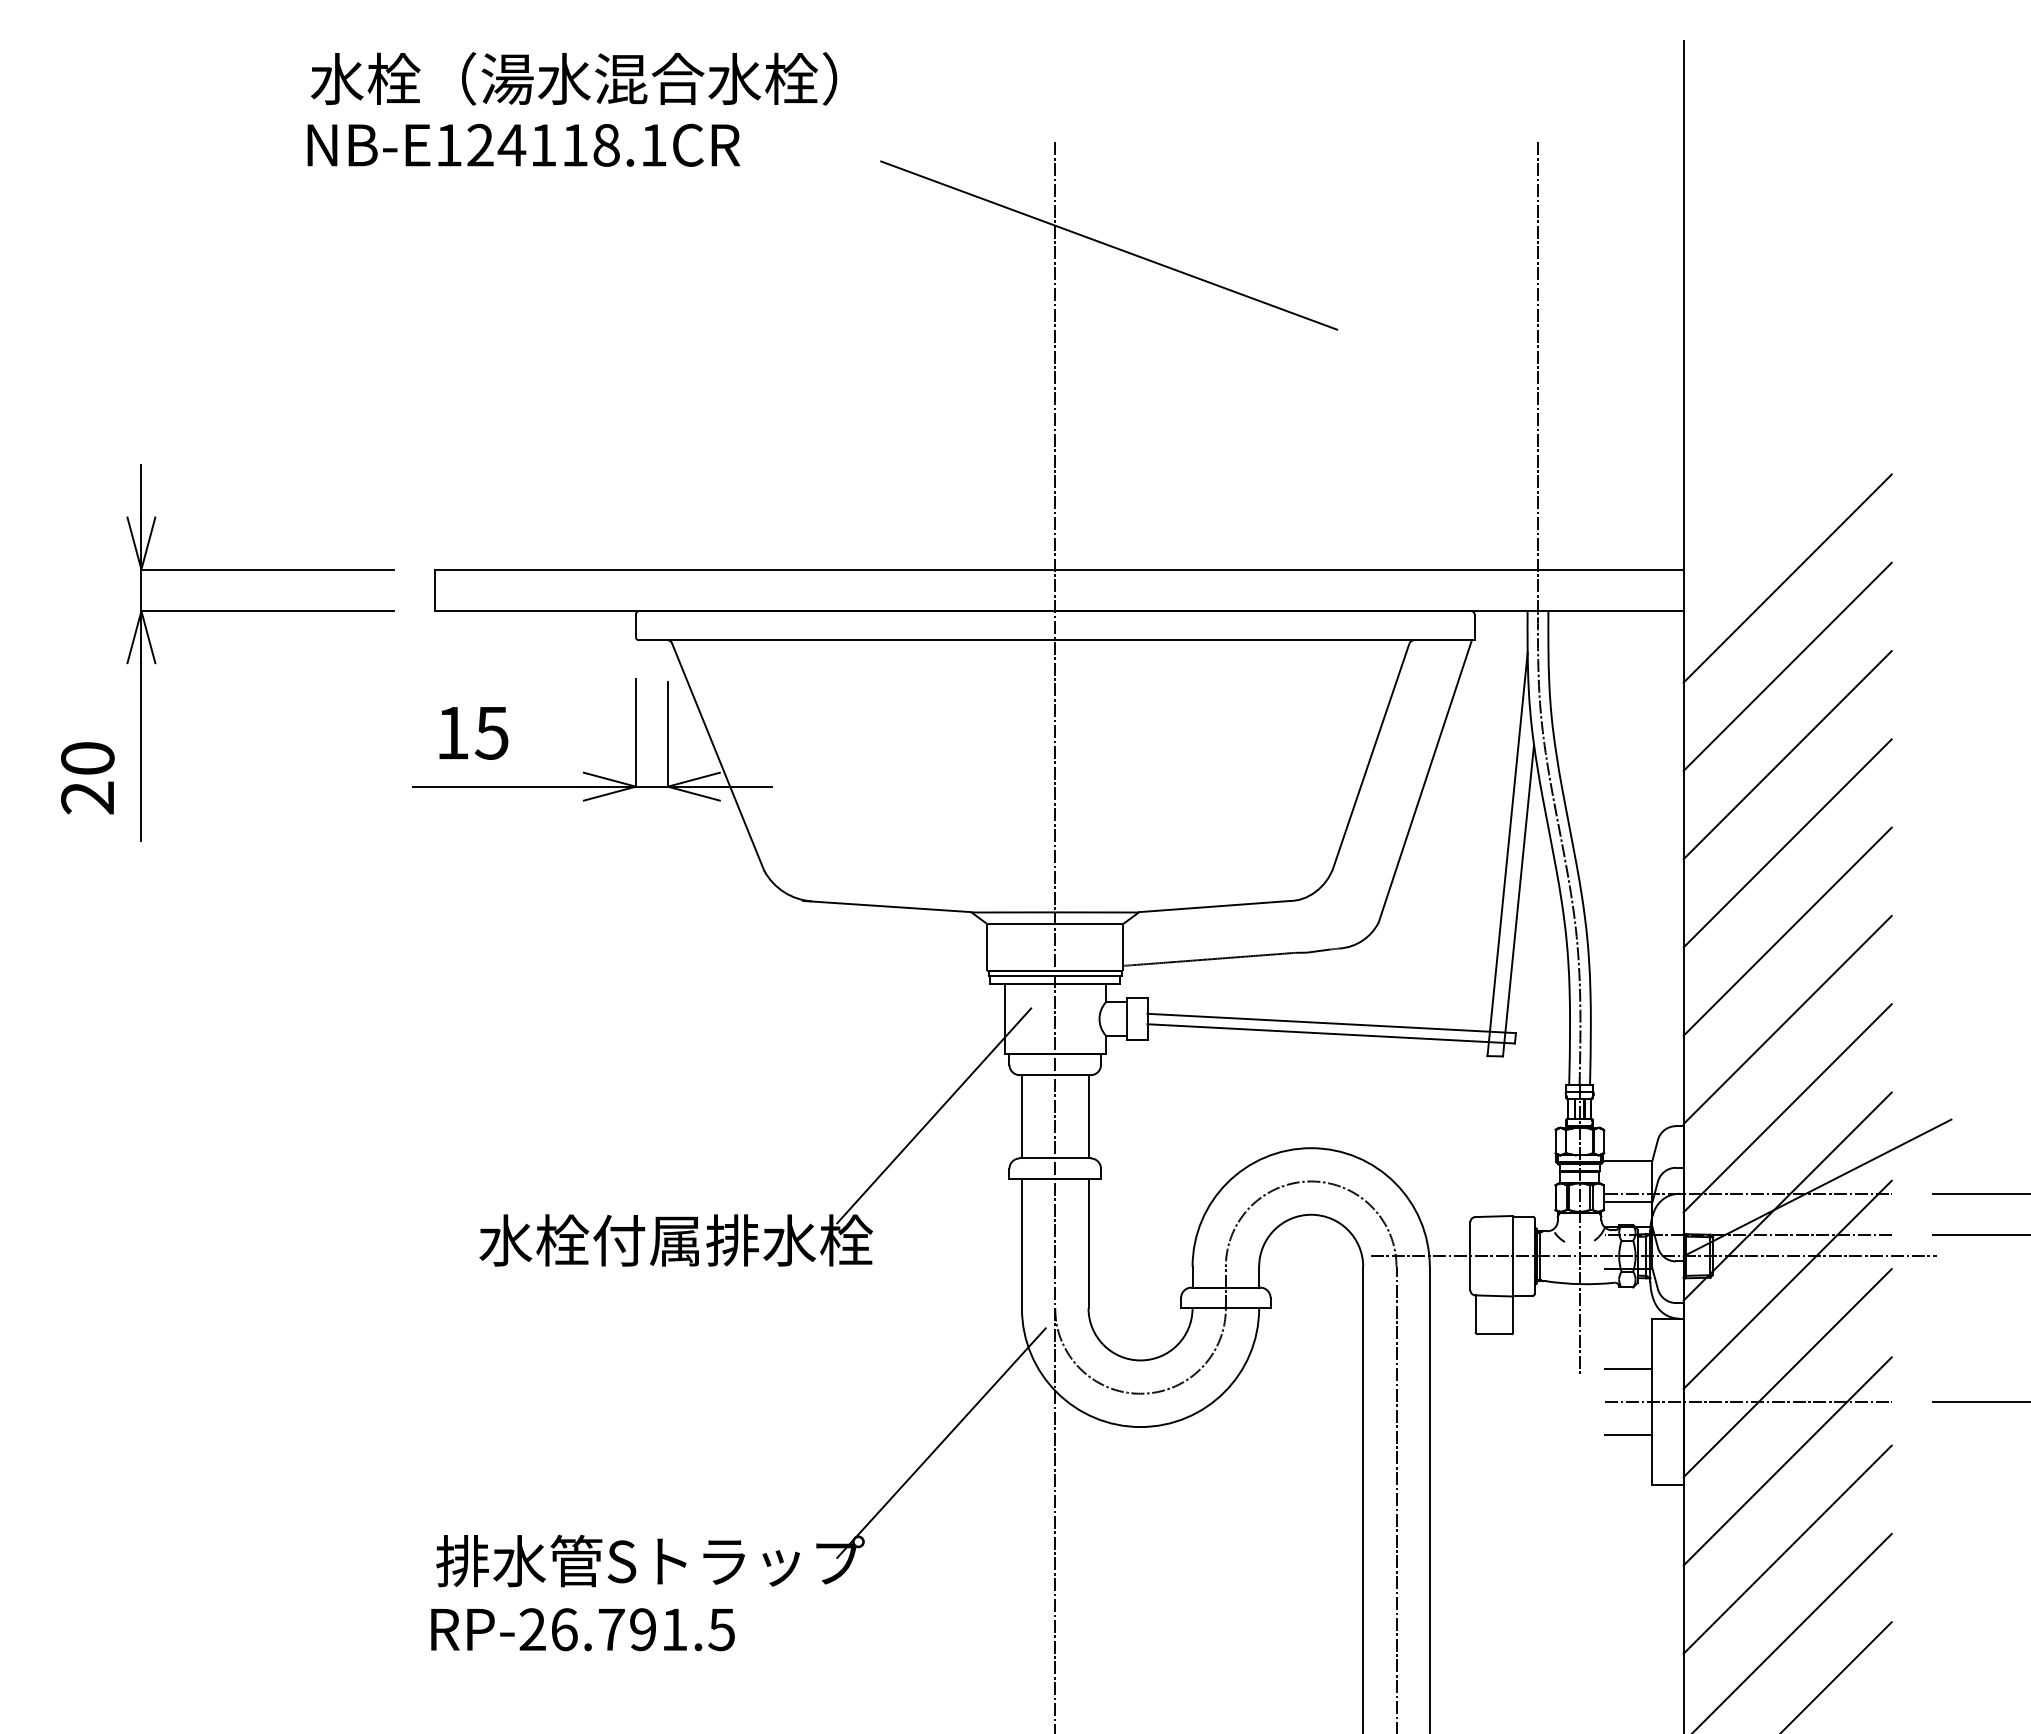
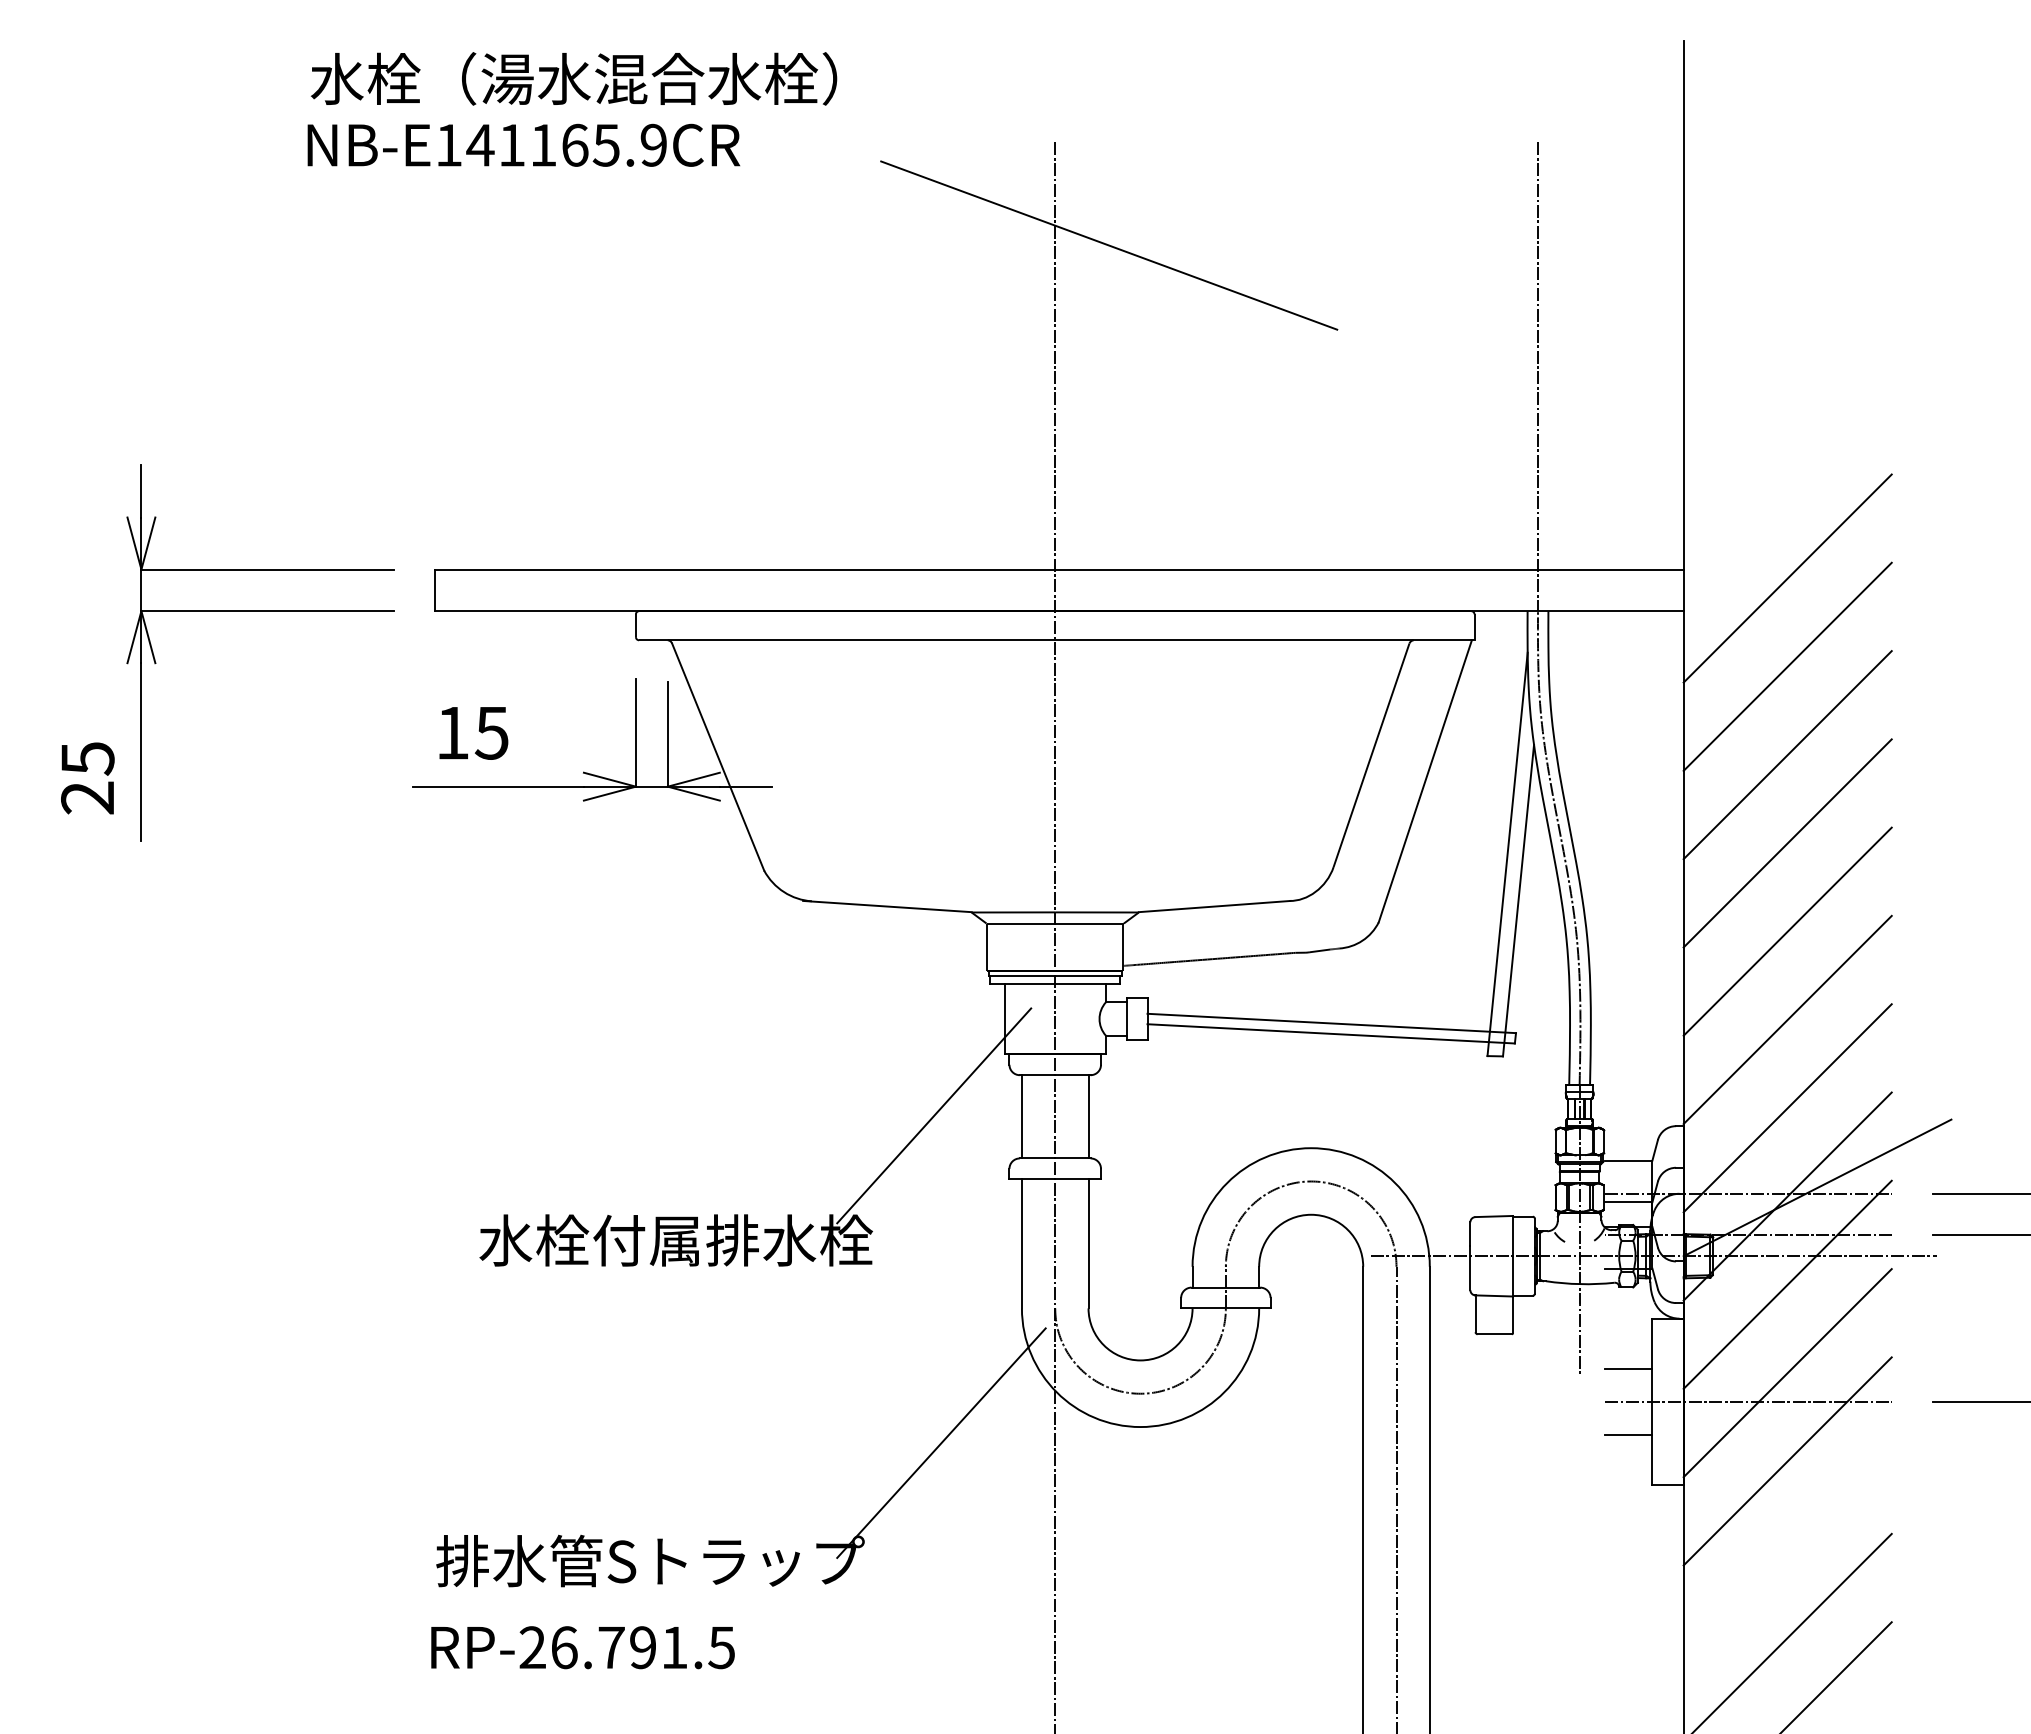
text at (566, 144): NB-E124118.1CR -> NB-E141165.9CR
text at (87, 758): 20 -> 25
line at (1787, 1549): present -> none
text at (582, 1629) position: (582, 1629) -> (582, 1647)
